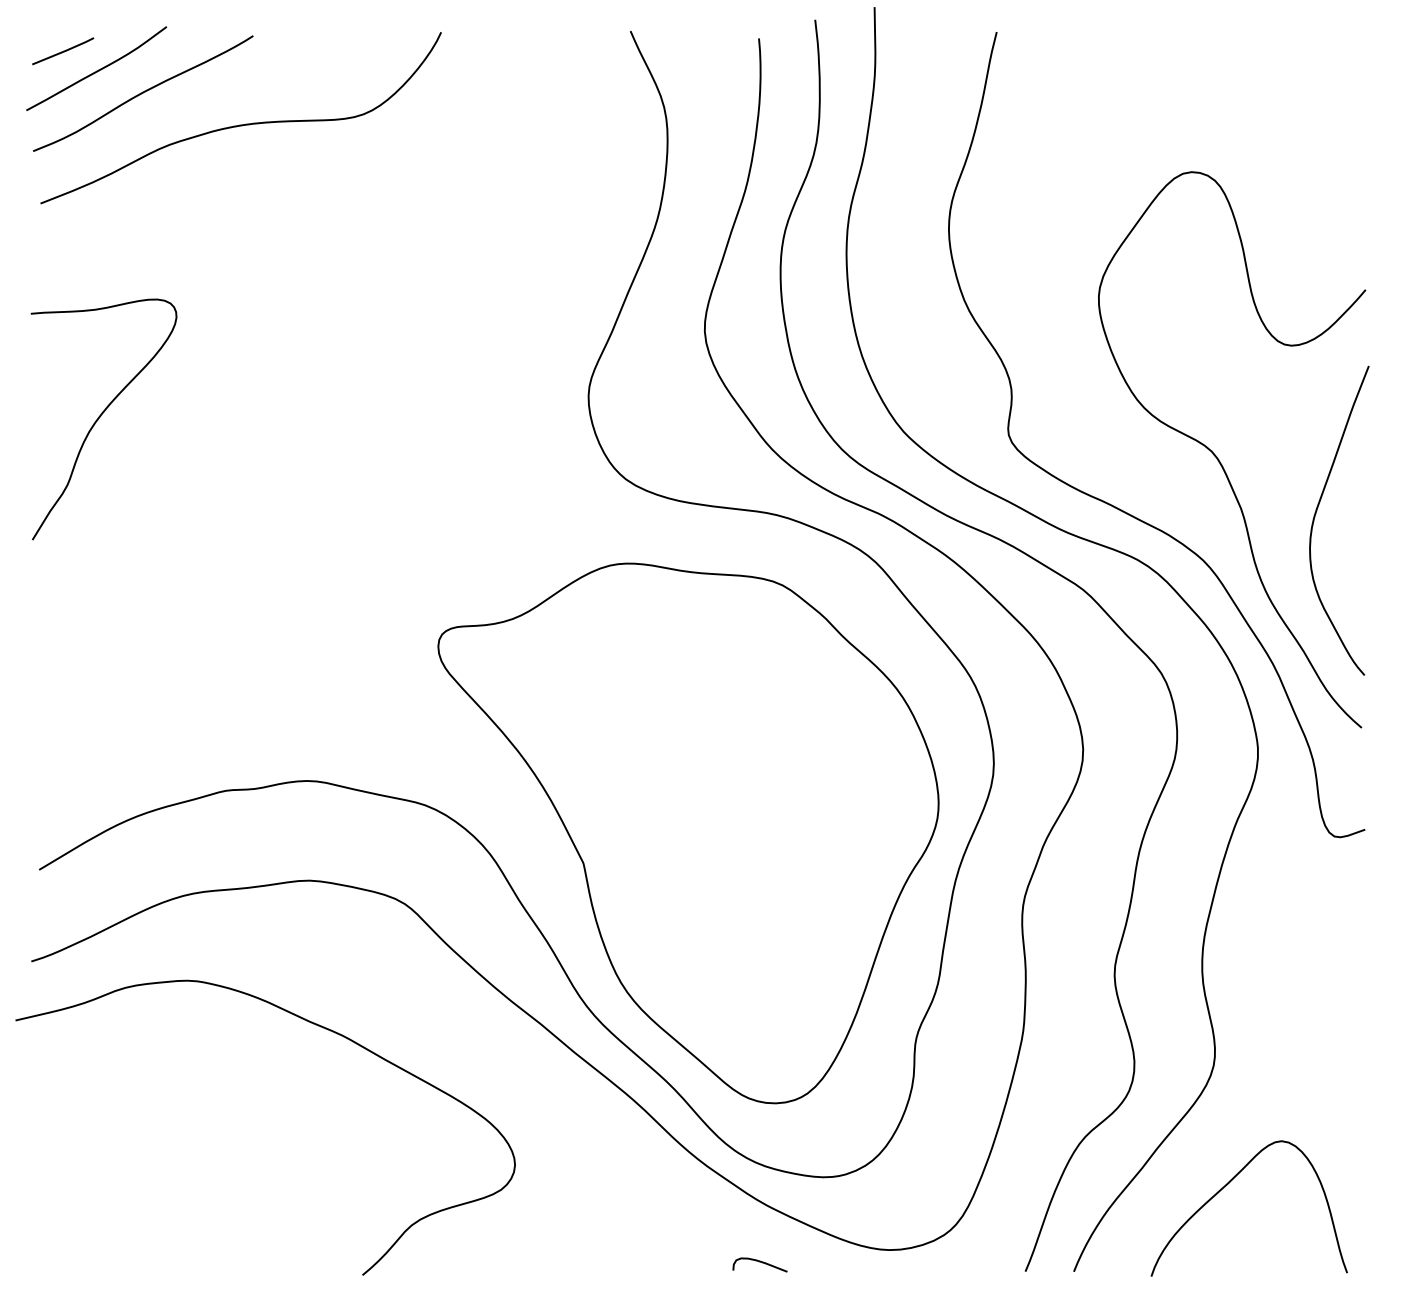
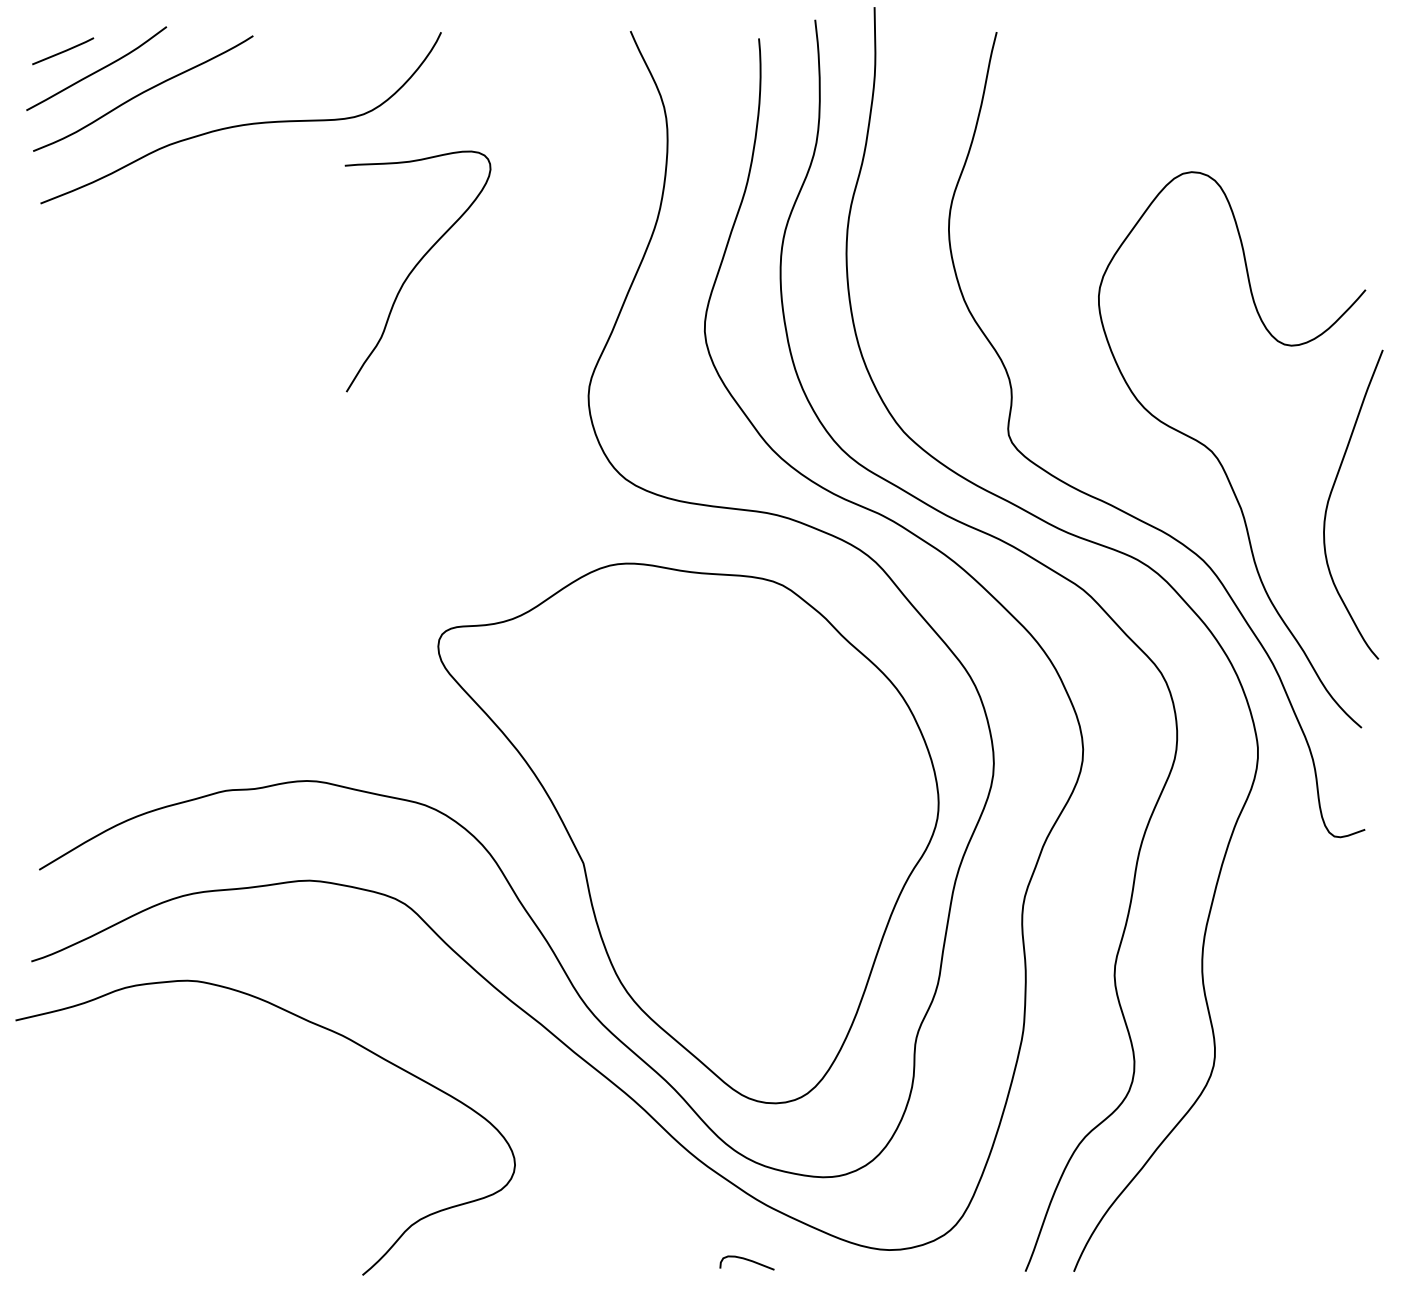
curve at (101, 416) position: (101, 416) -> (415, 268)
curve at (1316, 514) position: (1316, 514) -> (1330, 498)
curve at (1226, 1186): present -> none
curve at (759, 1262) position: (759, 1262) -> (746, 1260)
